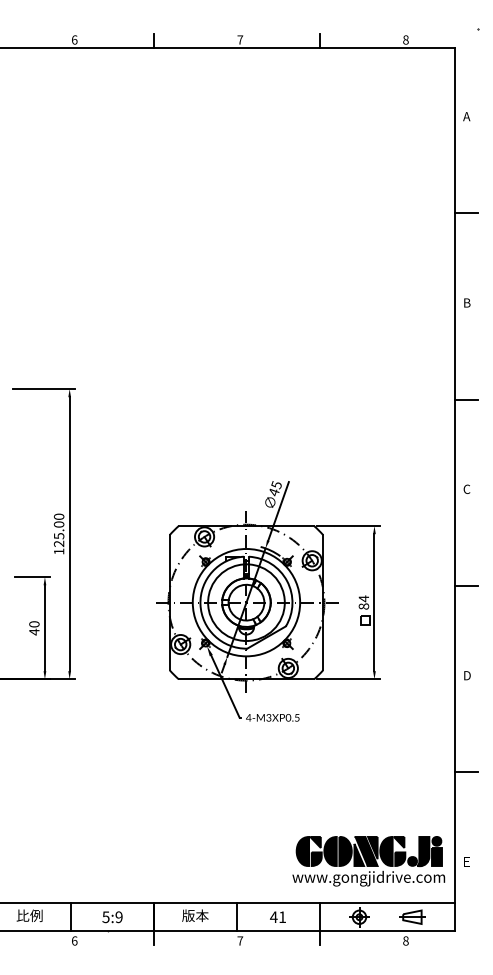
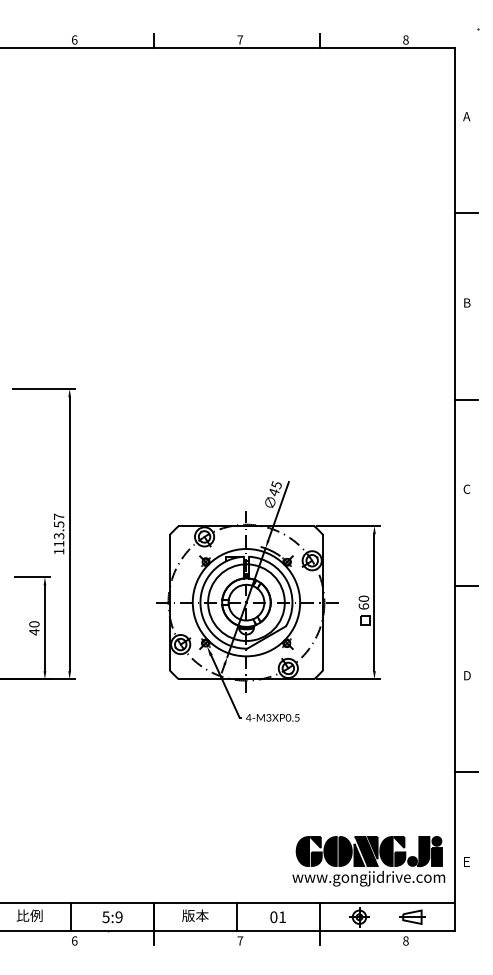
text at (58, 529): 125.00 -> 113.57
text at (363, 602): 84 -> 60
text at (273, 917): 41 -> 01
